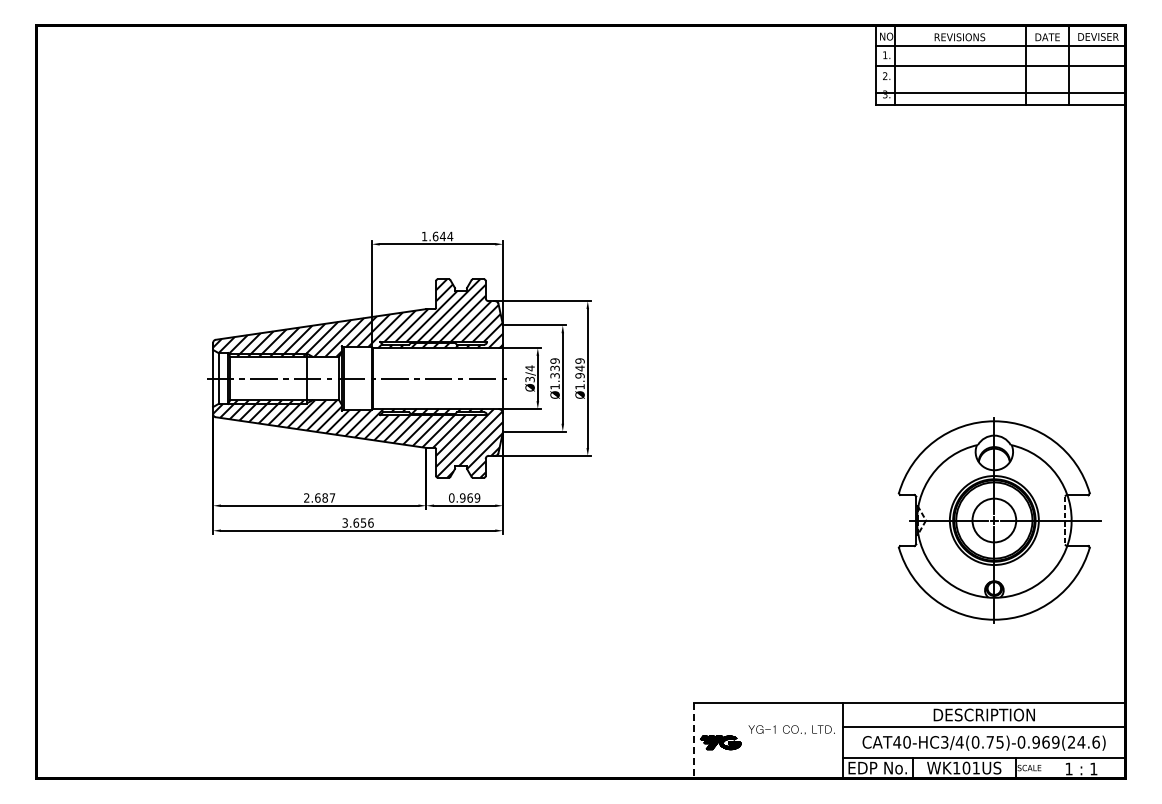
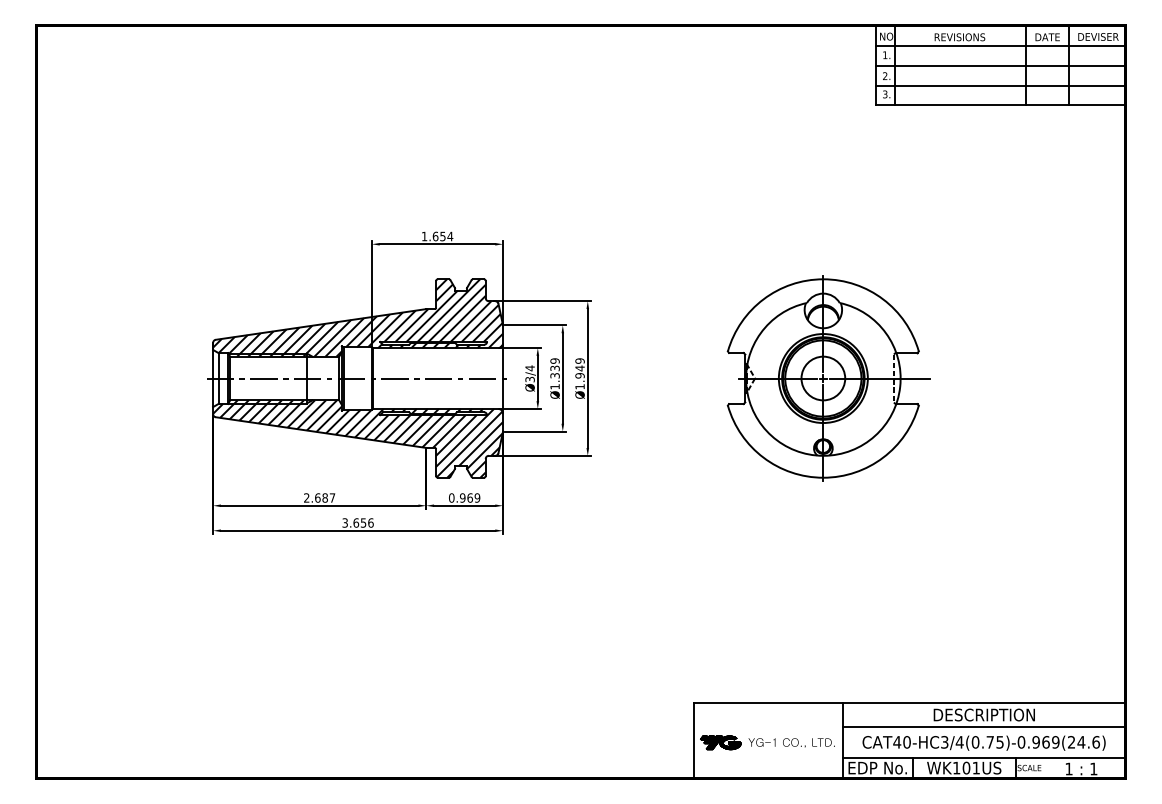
line at (1000, 92) position: (1000, 92) -> (1000, 85)
text at (442, 236): 1.644 -> 1.654
part at (999, 520) position: (999, 520) -> (828, 378)
text at (791, 729) position: (791, 729) -> (791, 742)
line at (693, 741): dashed -> solid
